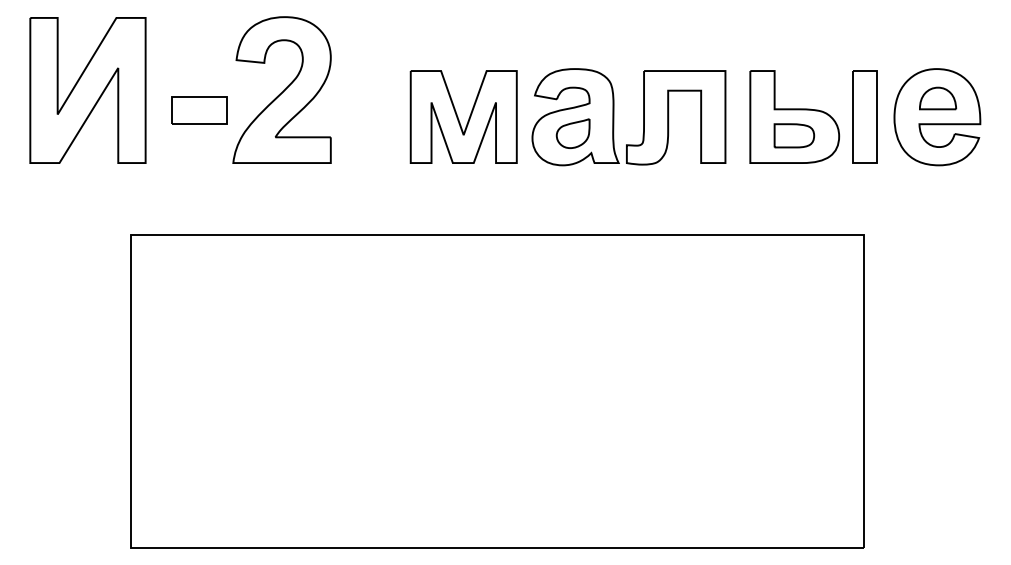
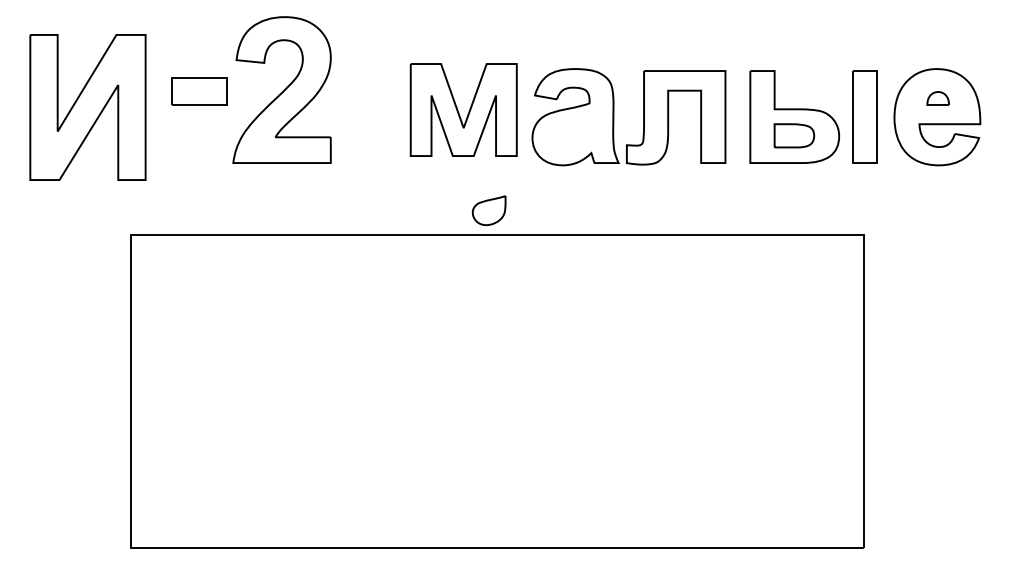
part at (87, 90) position: (87, 90) -> (87, 107)
part at (938, 98) size: 39x25 px -> 24x15 px
part at (199, 110) position: (199, 110) -> (199, 91)
part at (463, 116) position: (463, 116) -> (463, 109)
part at (572, 133) position: (572, 133) -> (488, 210)
